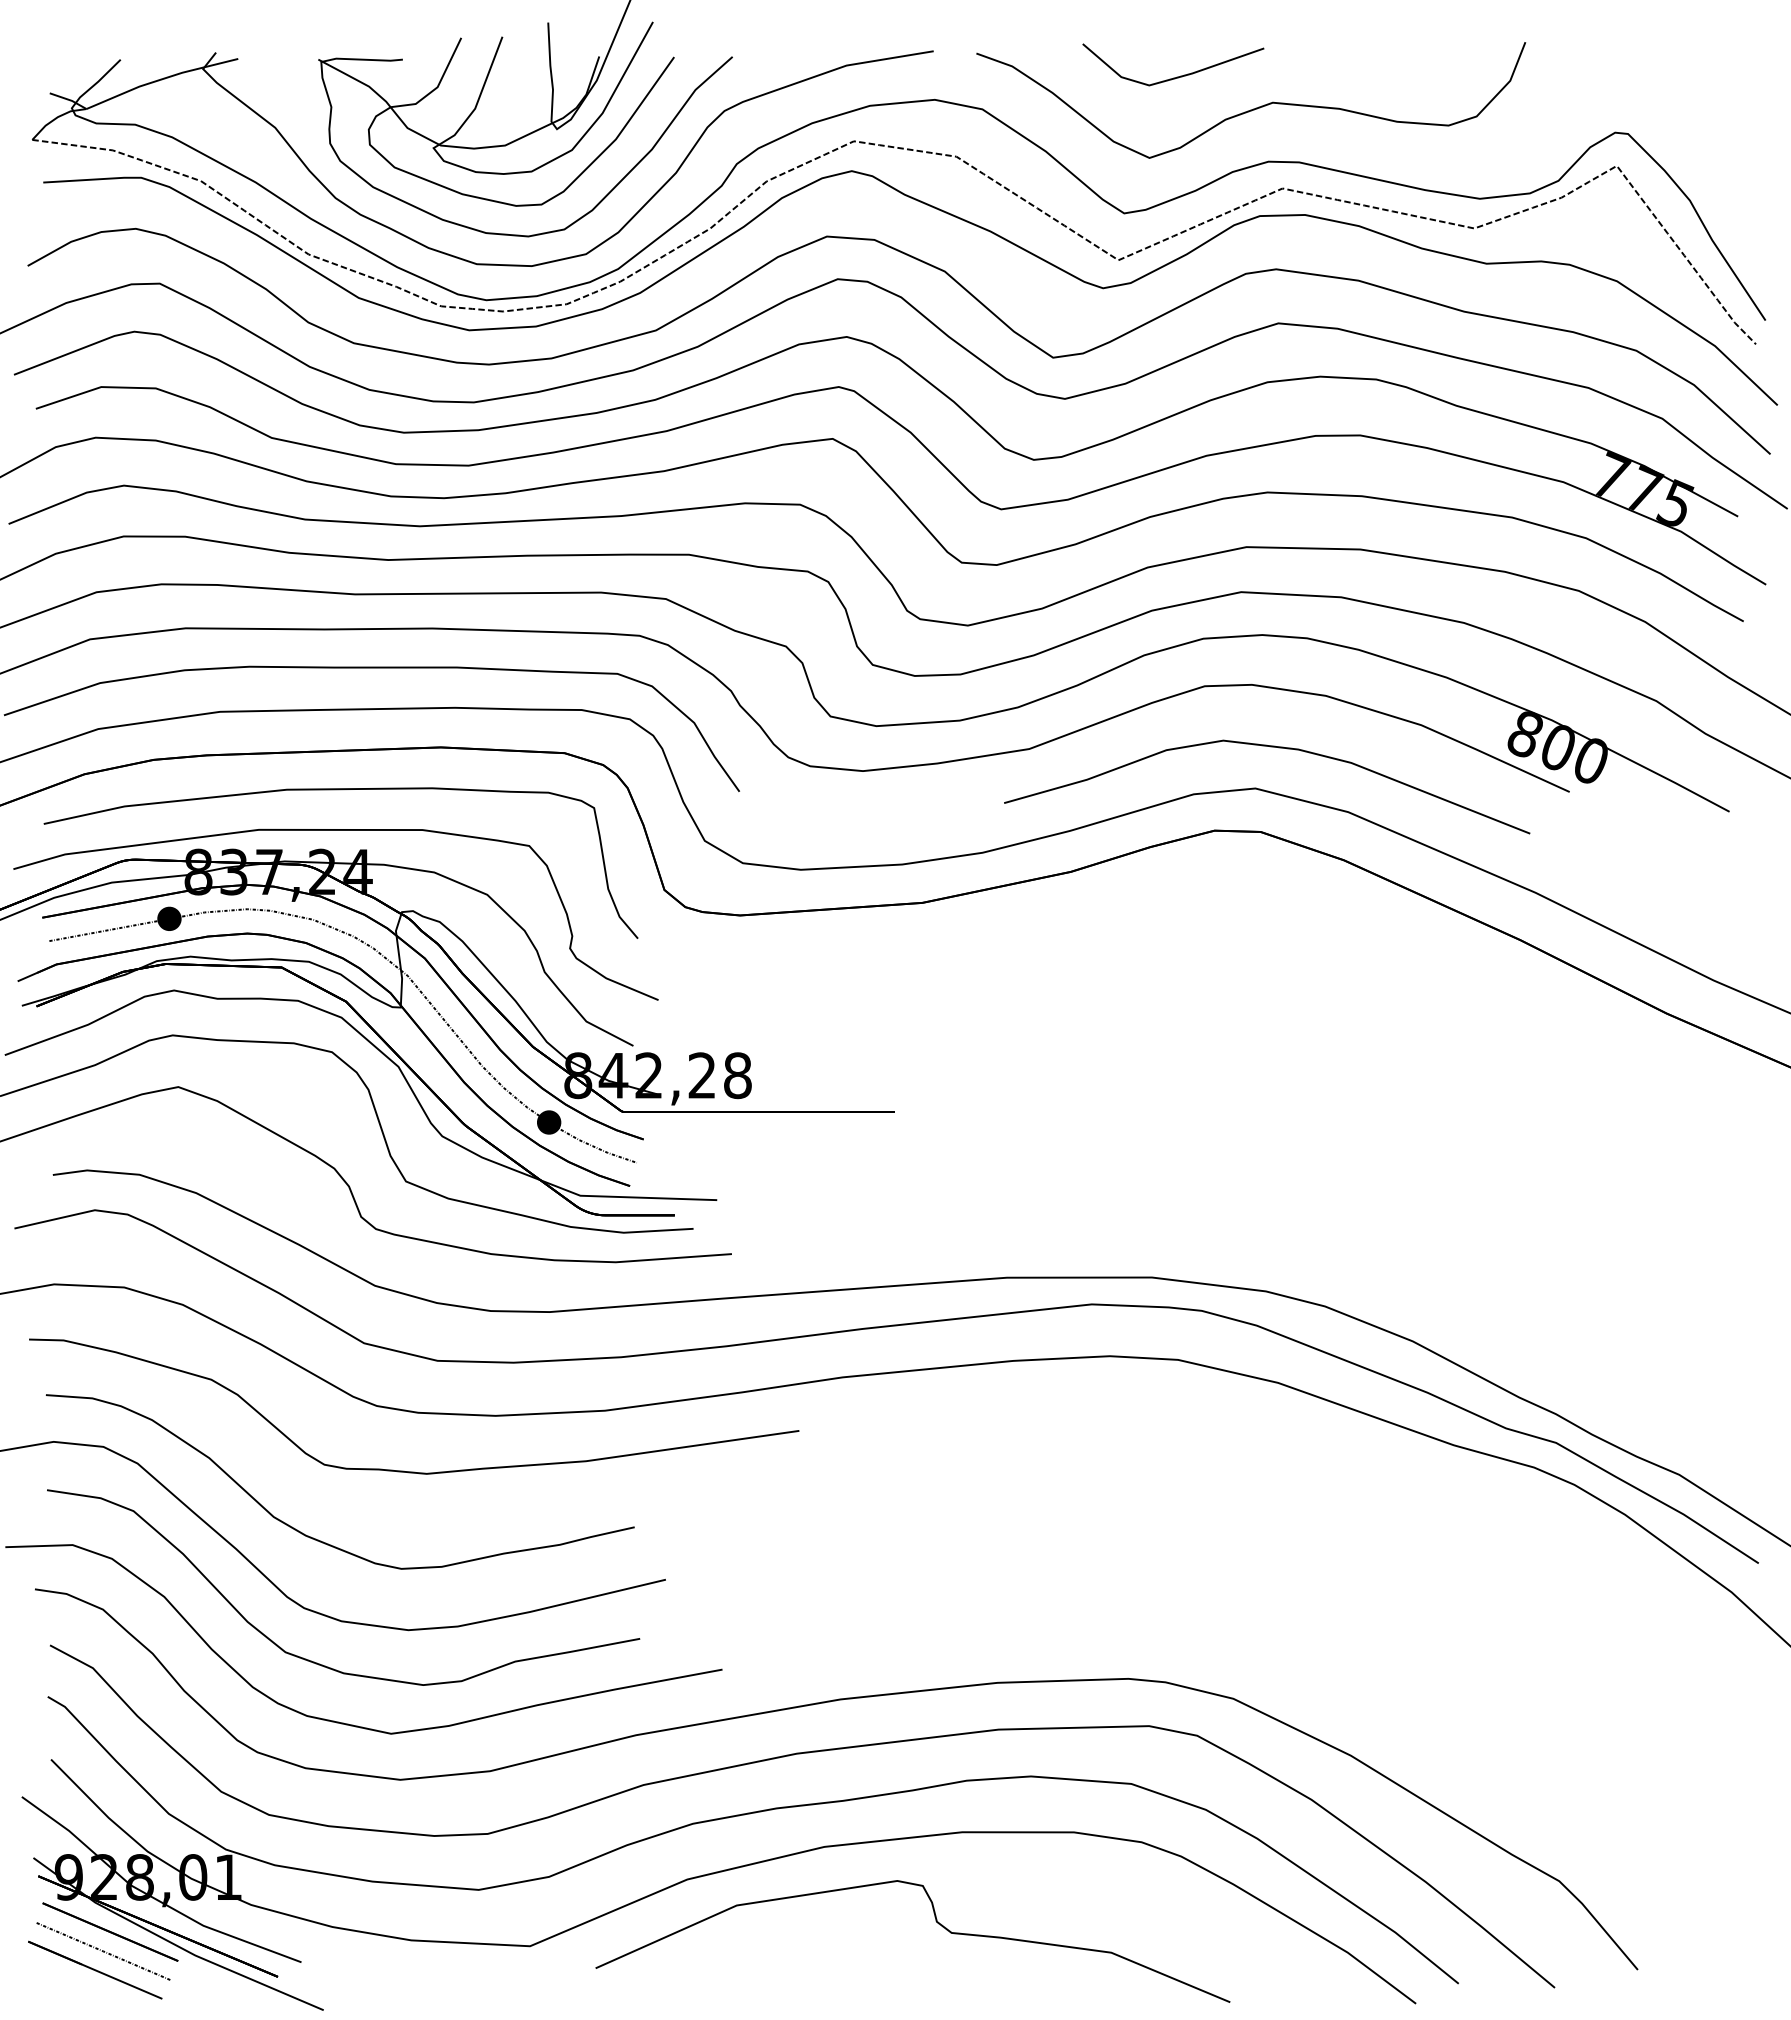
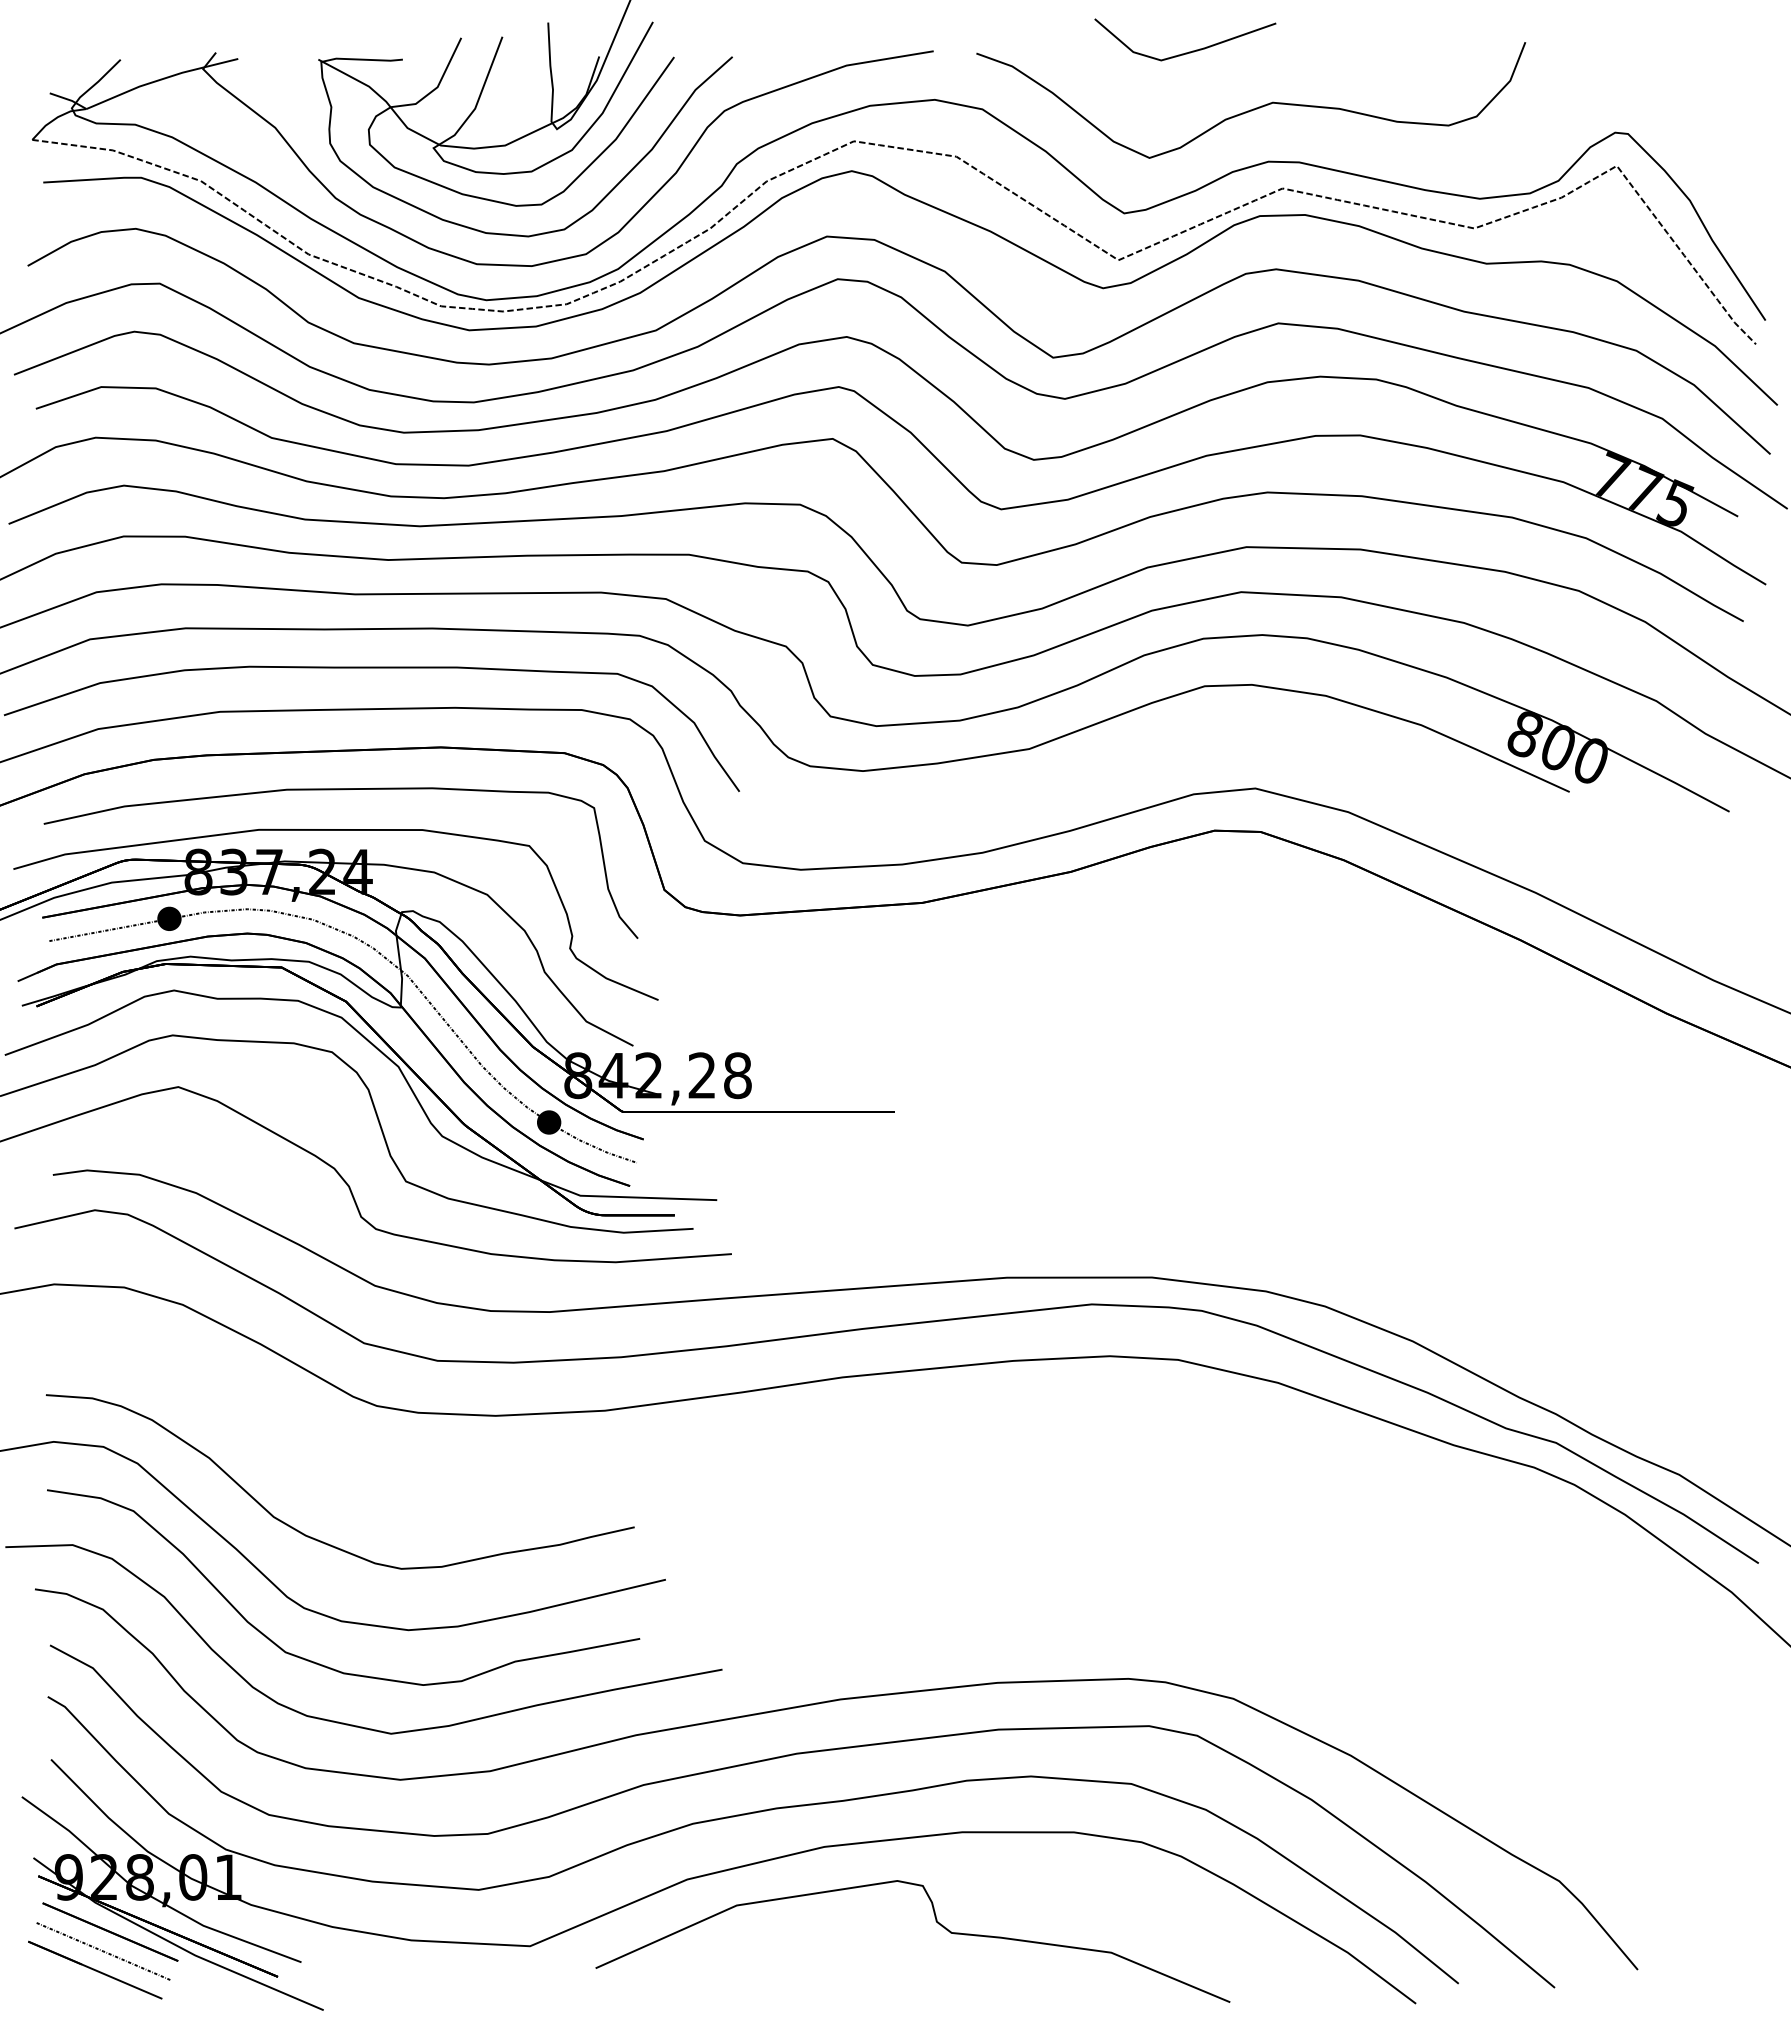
line at (1177, 76) position: (1177, 76) -> (1189, 51)
curve at (1270, 747): present -> none
part at (403, 1470): present -> none
